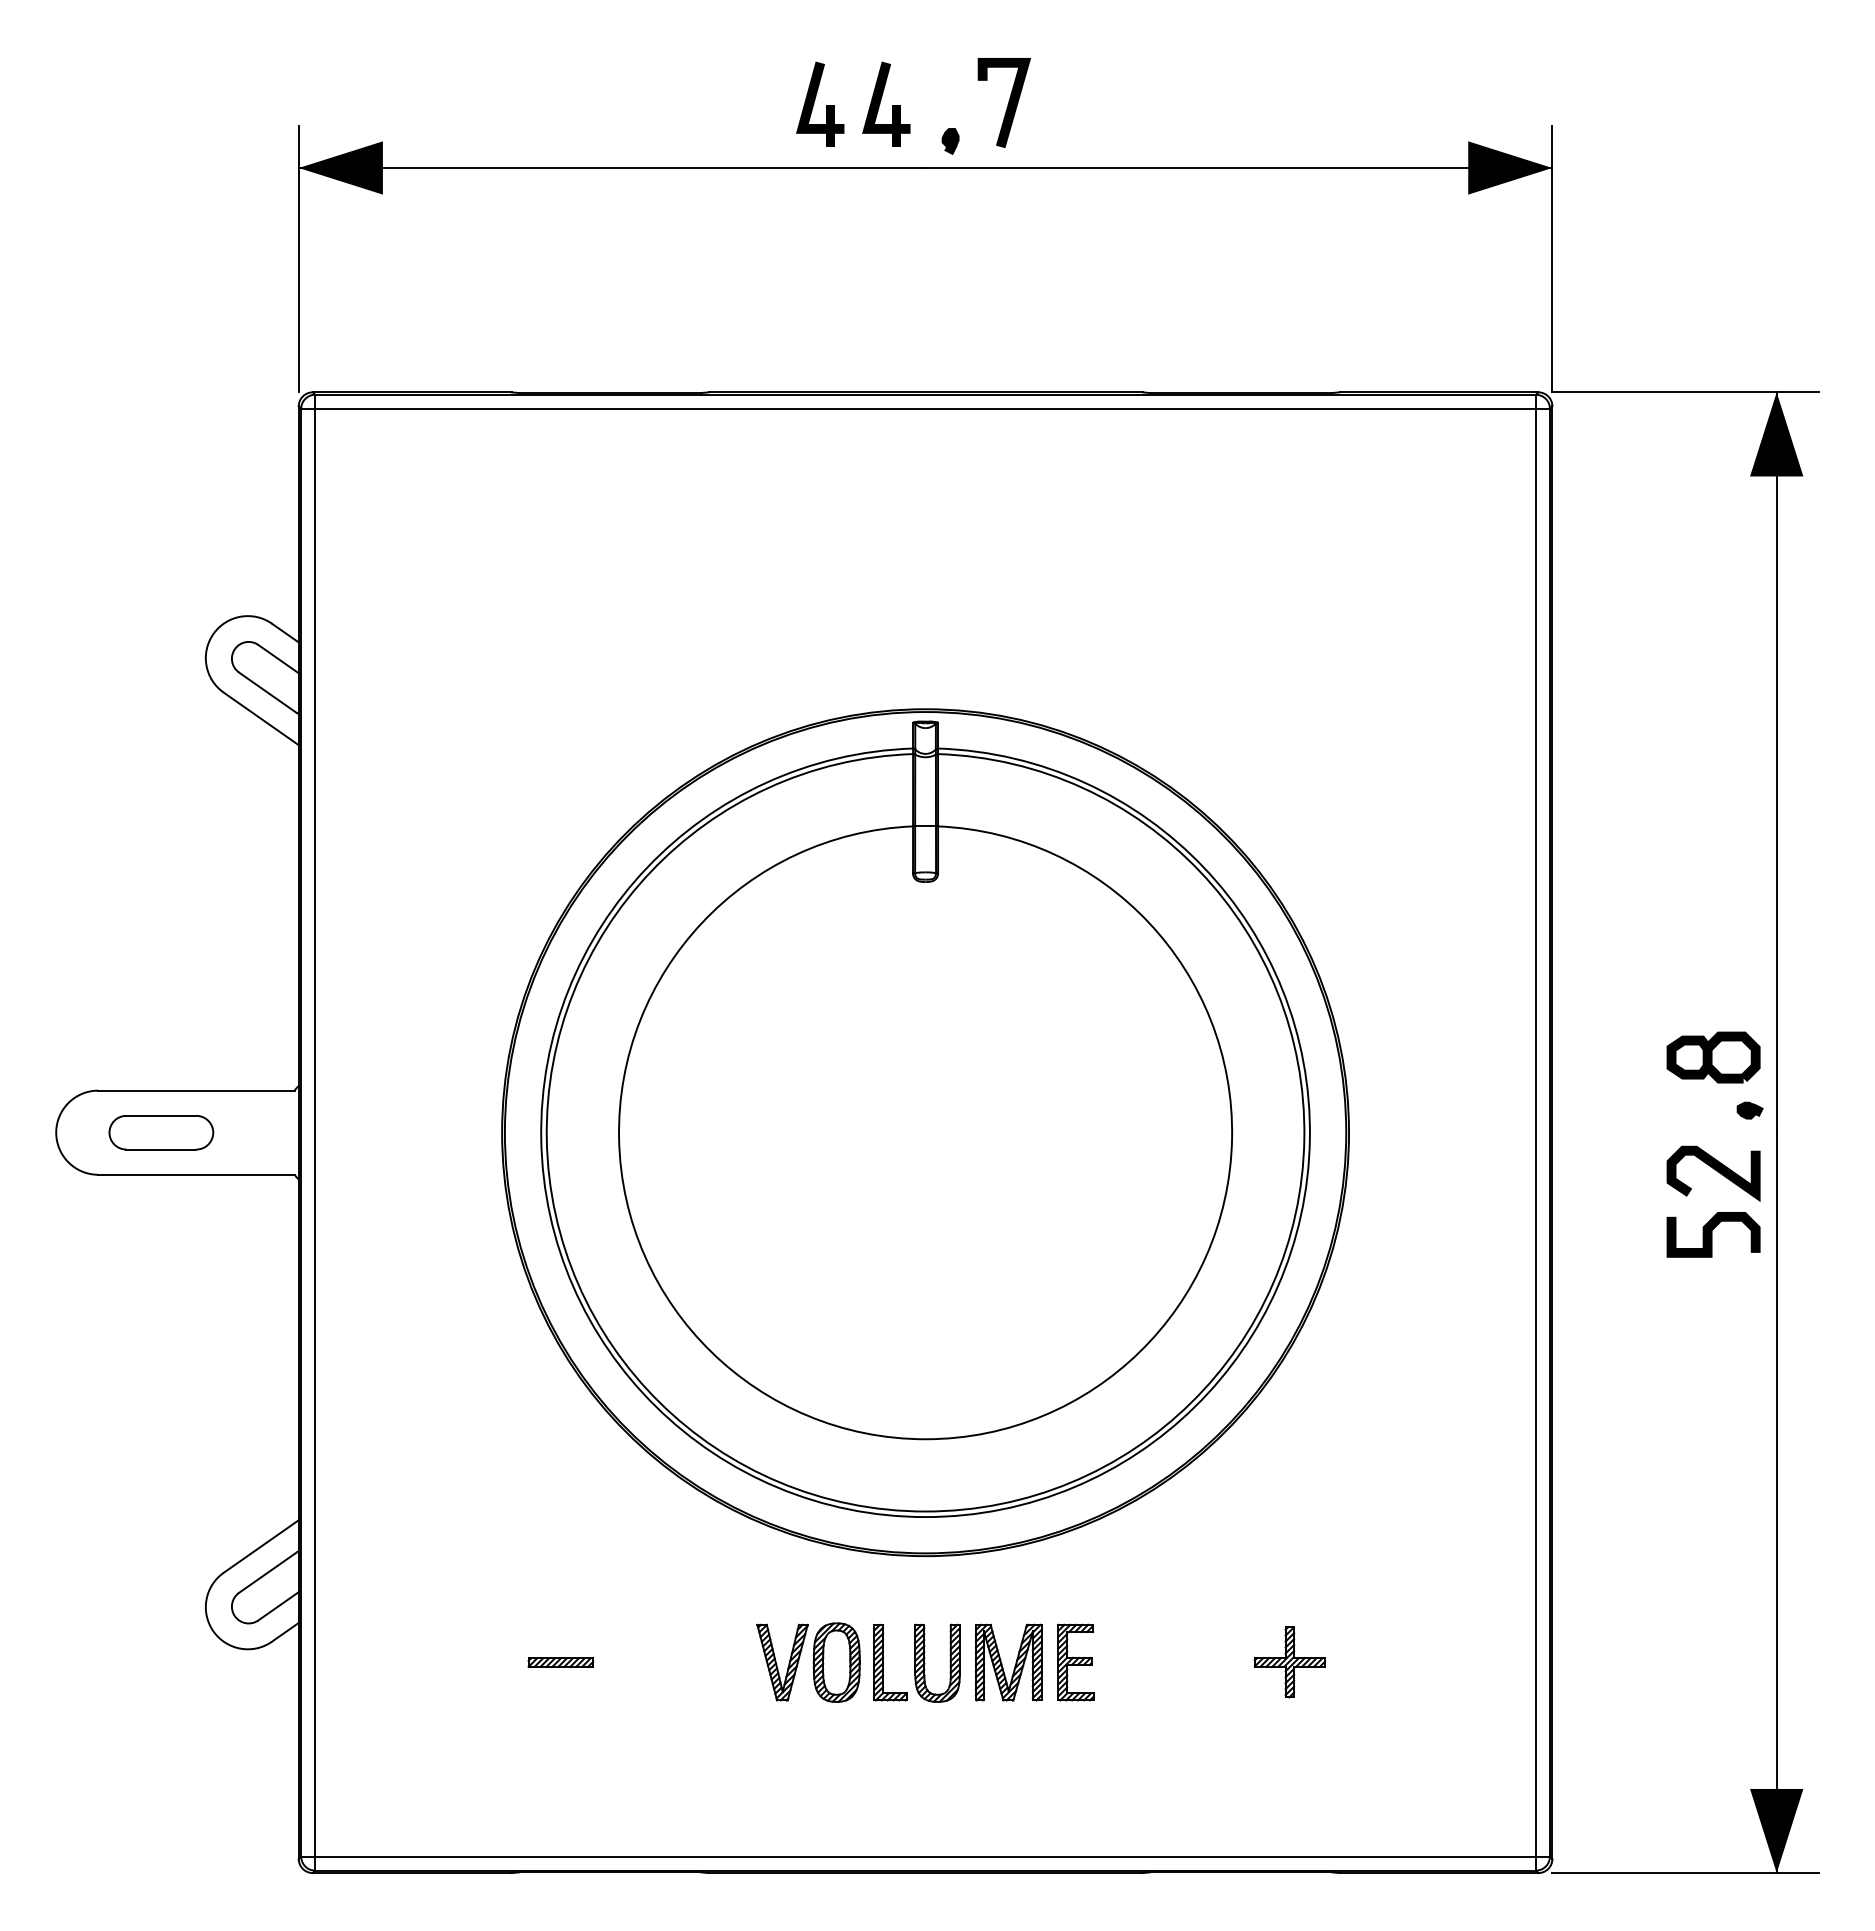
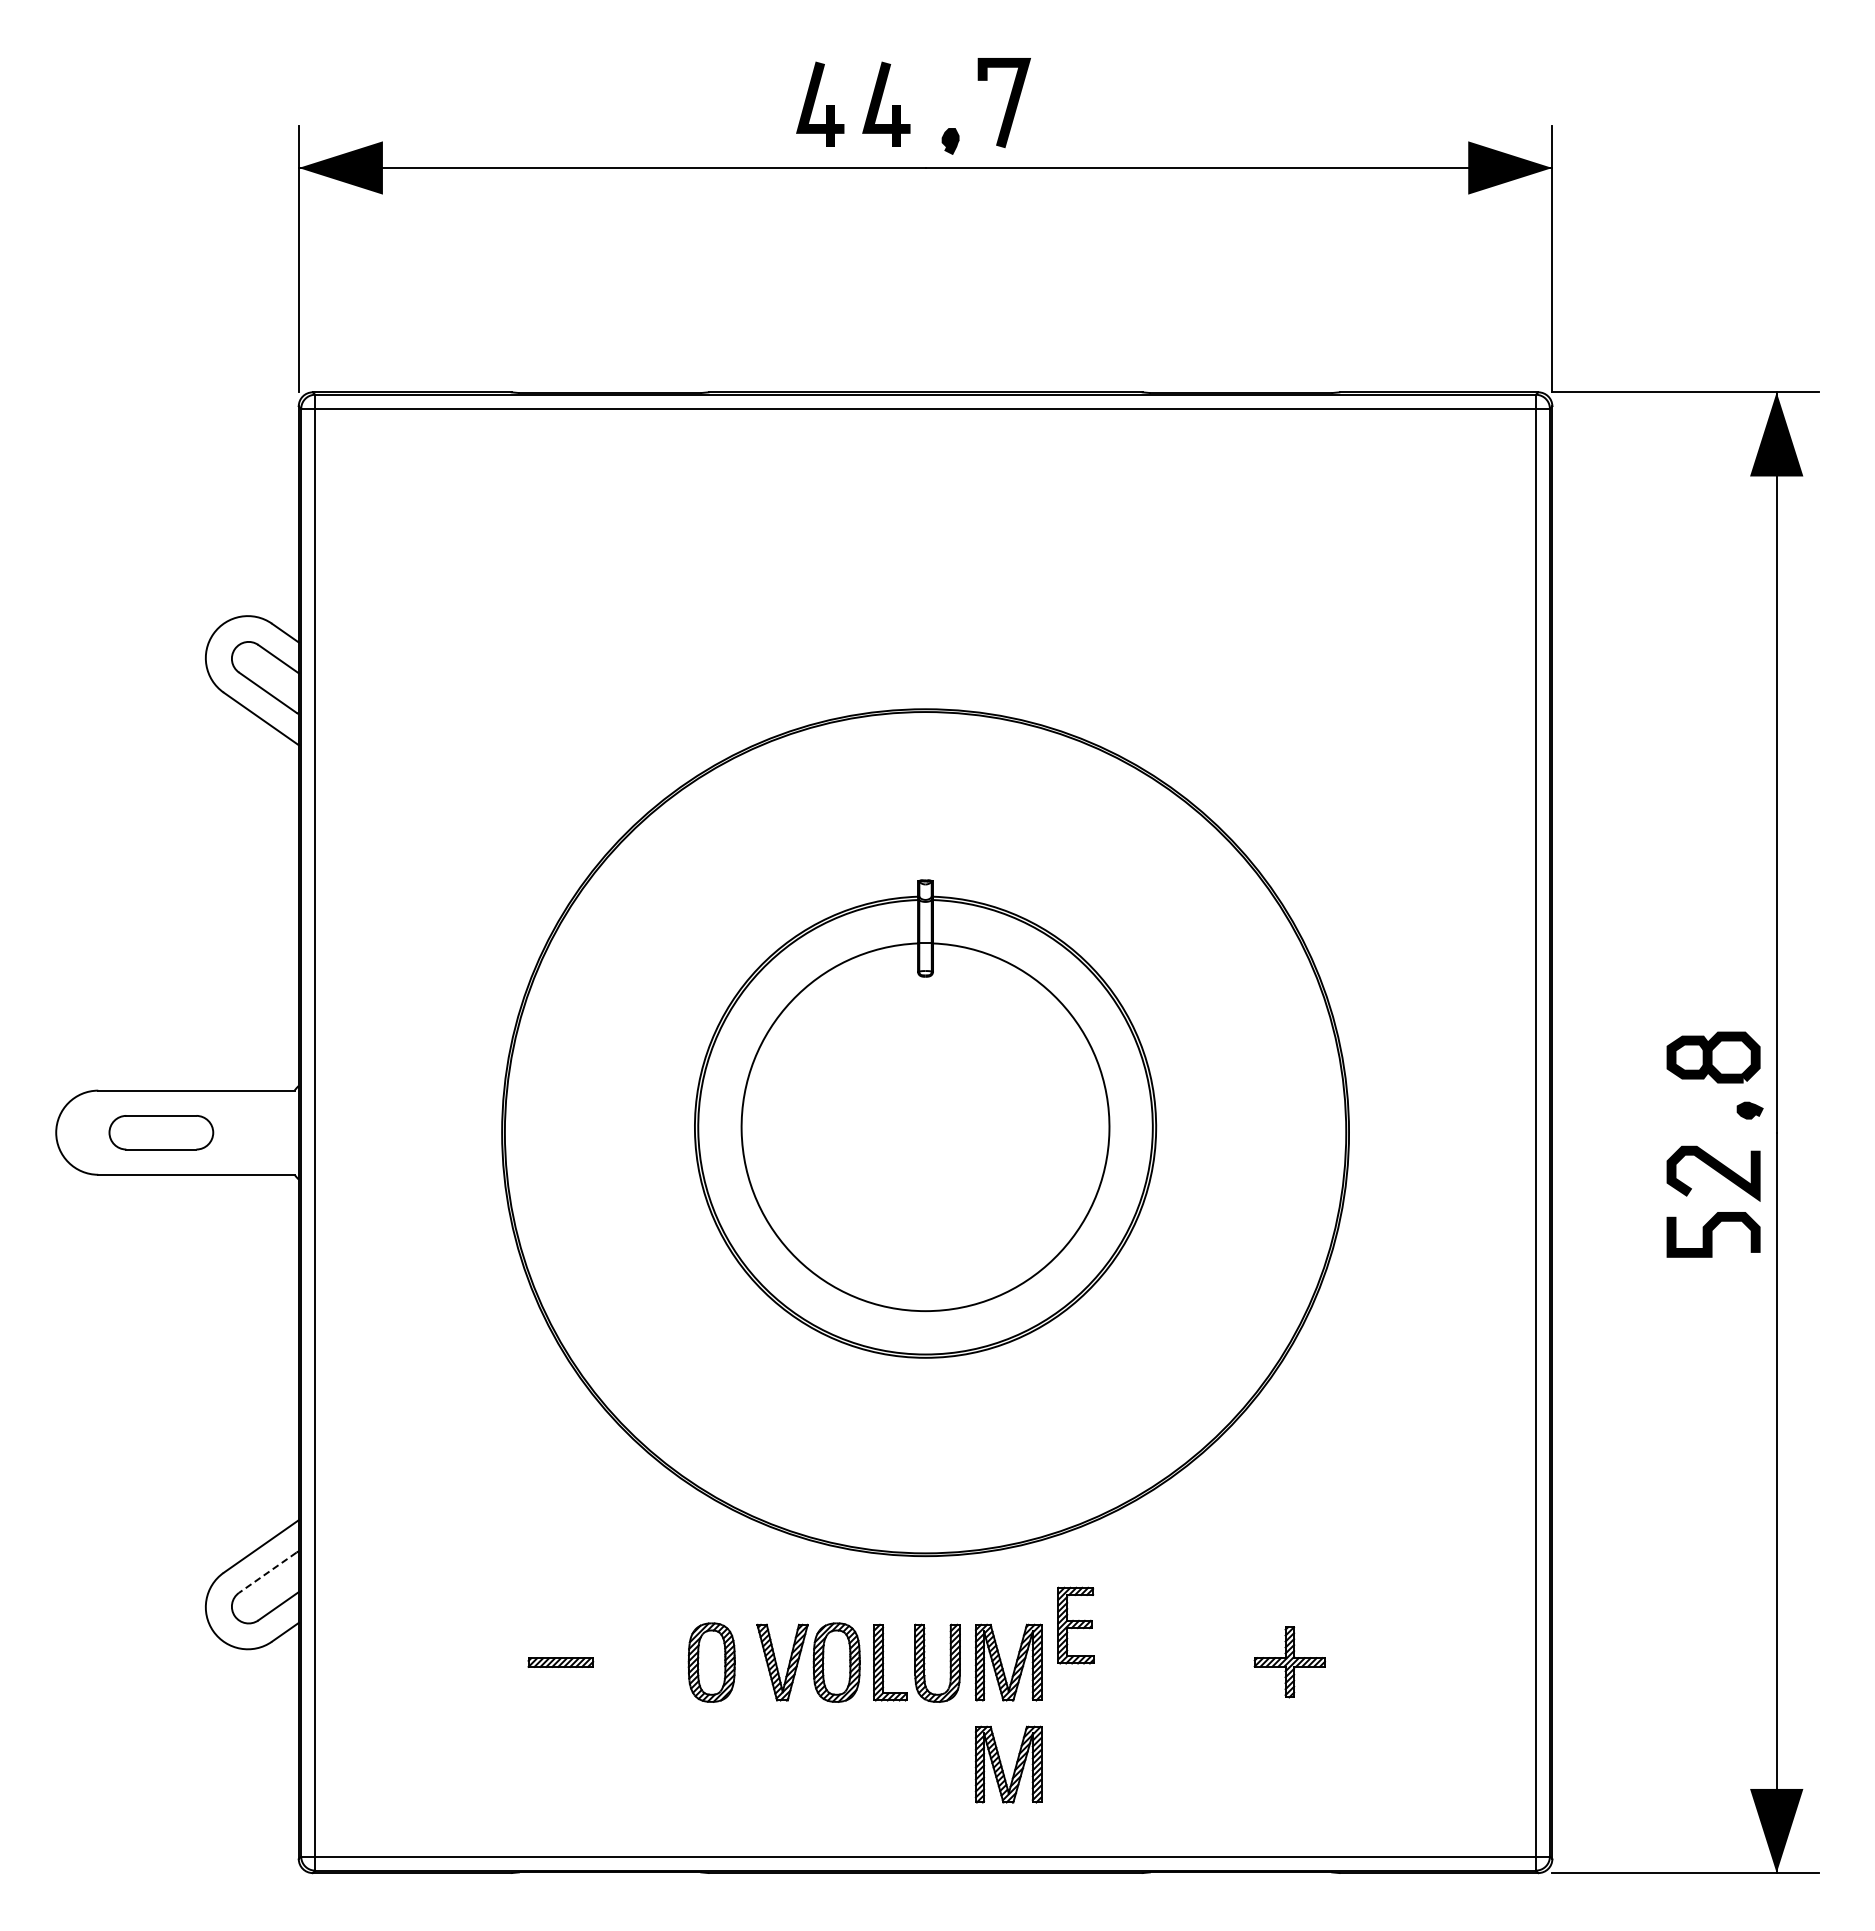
part at (925, 1118) size: 771x798 px -> 464x480 px
line at (267, 1573): solid -> dashed
part at (711, 1662): none -> present
part at (1075, 1662) position: (1075, 1662) -> (1075, 1625)
part at (1002, 1765): none -> present
